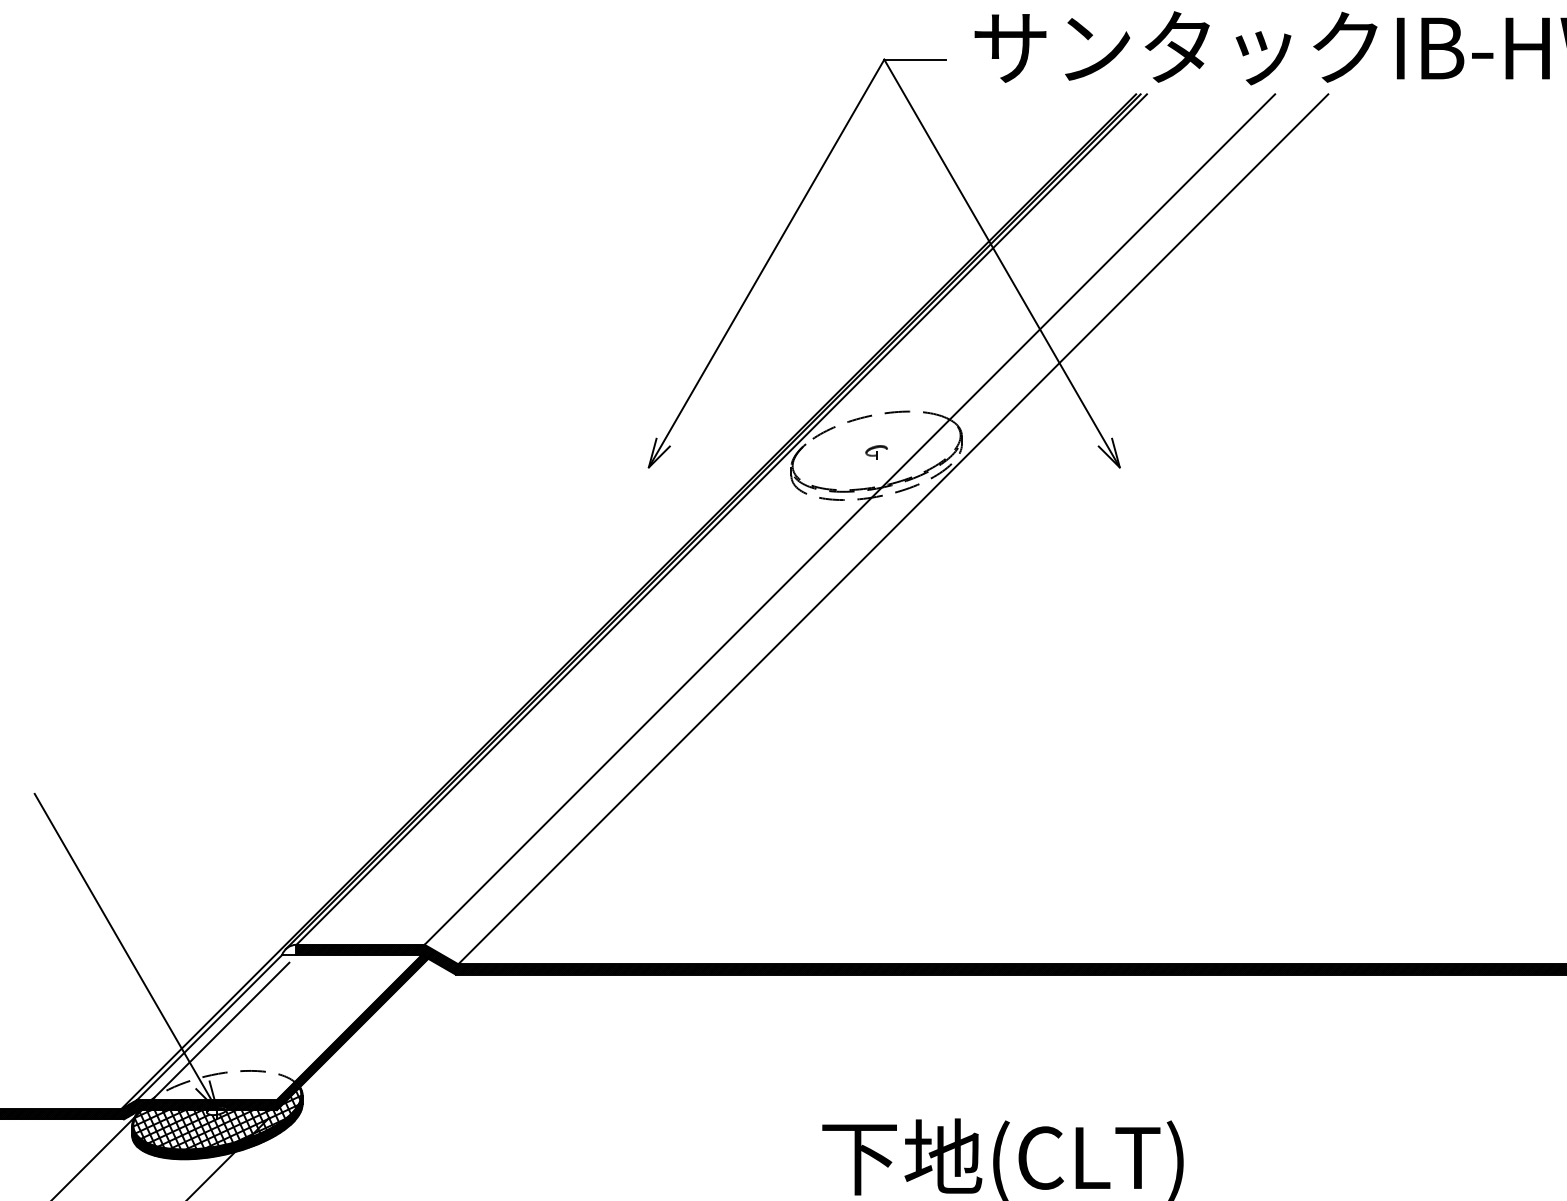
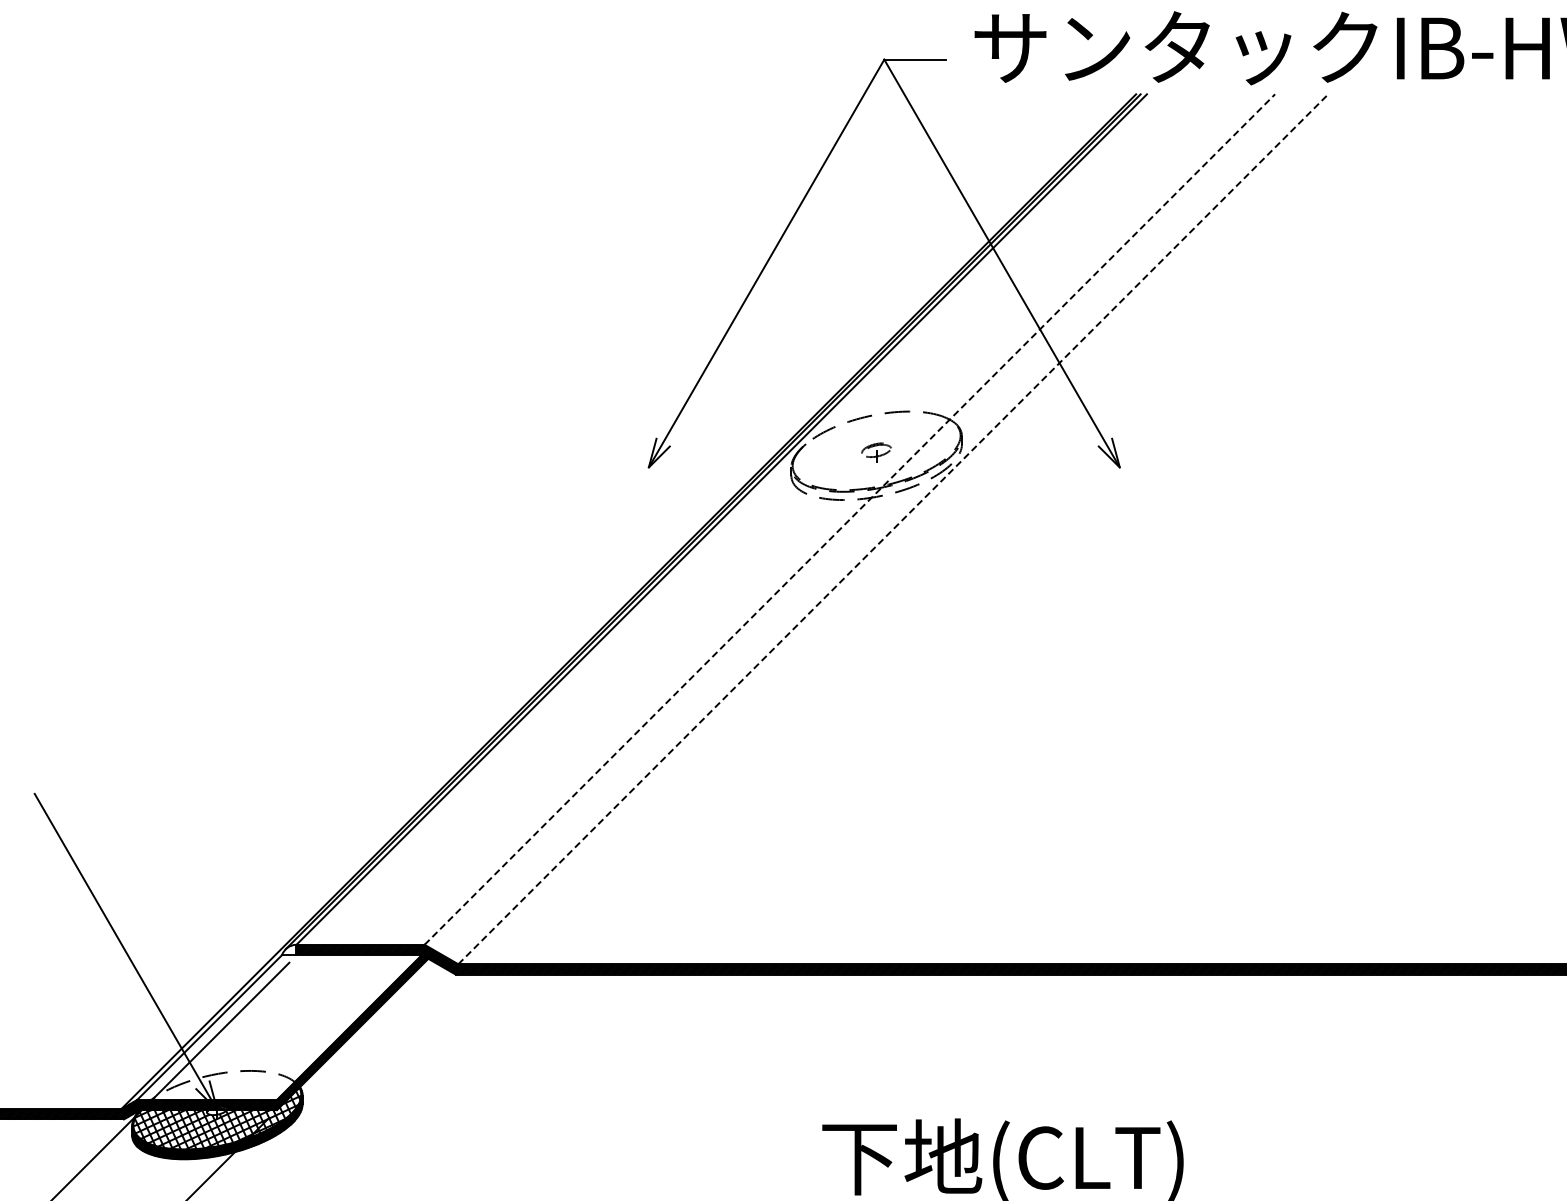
part at (876, 452) size: 23x15 px -> 31x21 px
line at (850, 519): solid -> dashed
line at (893, 528): solid -> dashed
